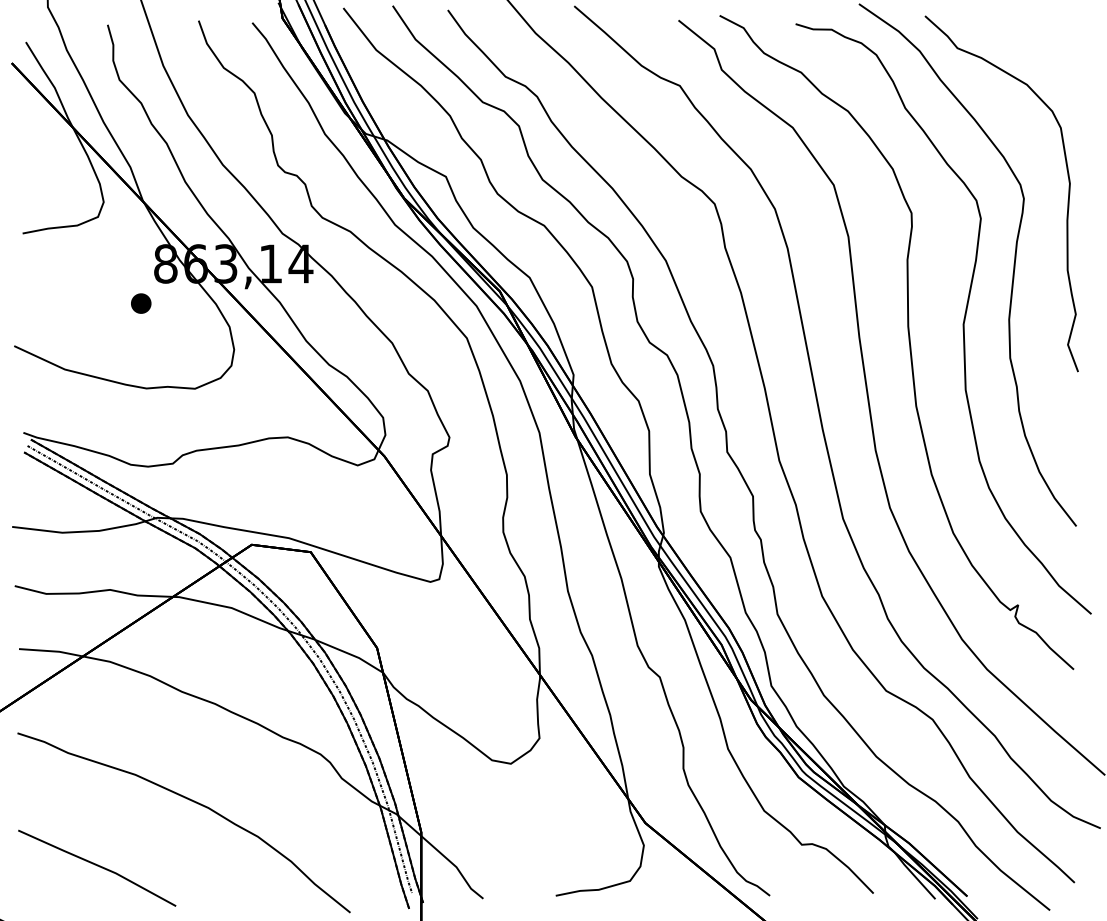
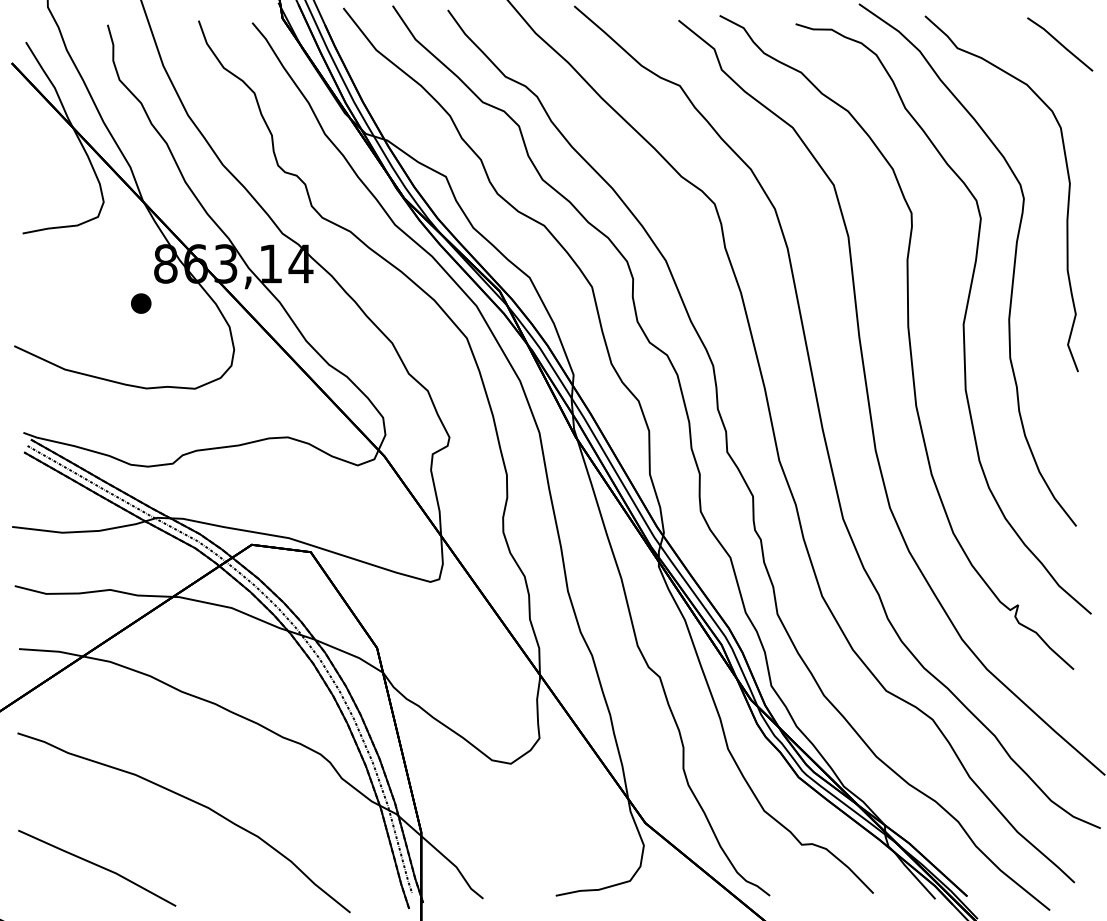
part at (1060, 44): none -> present
